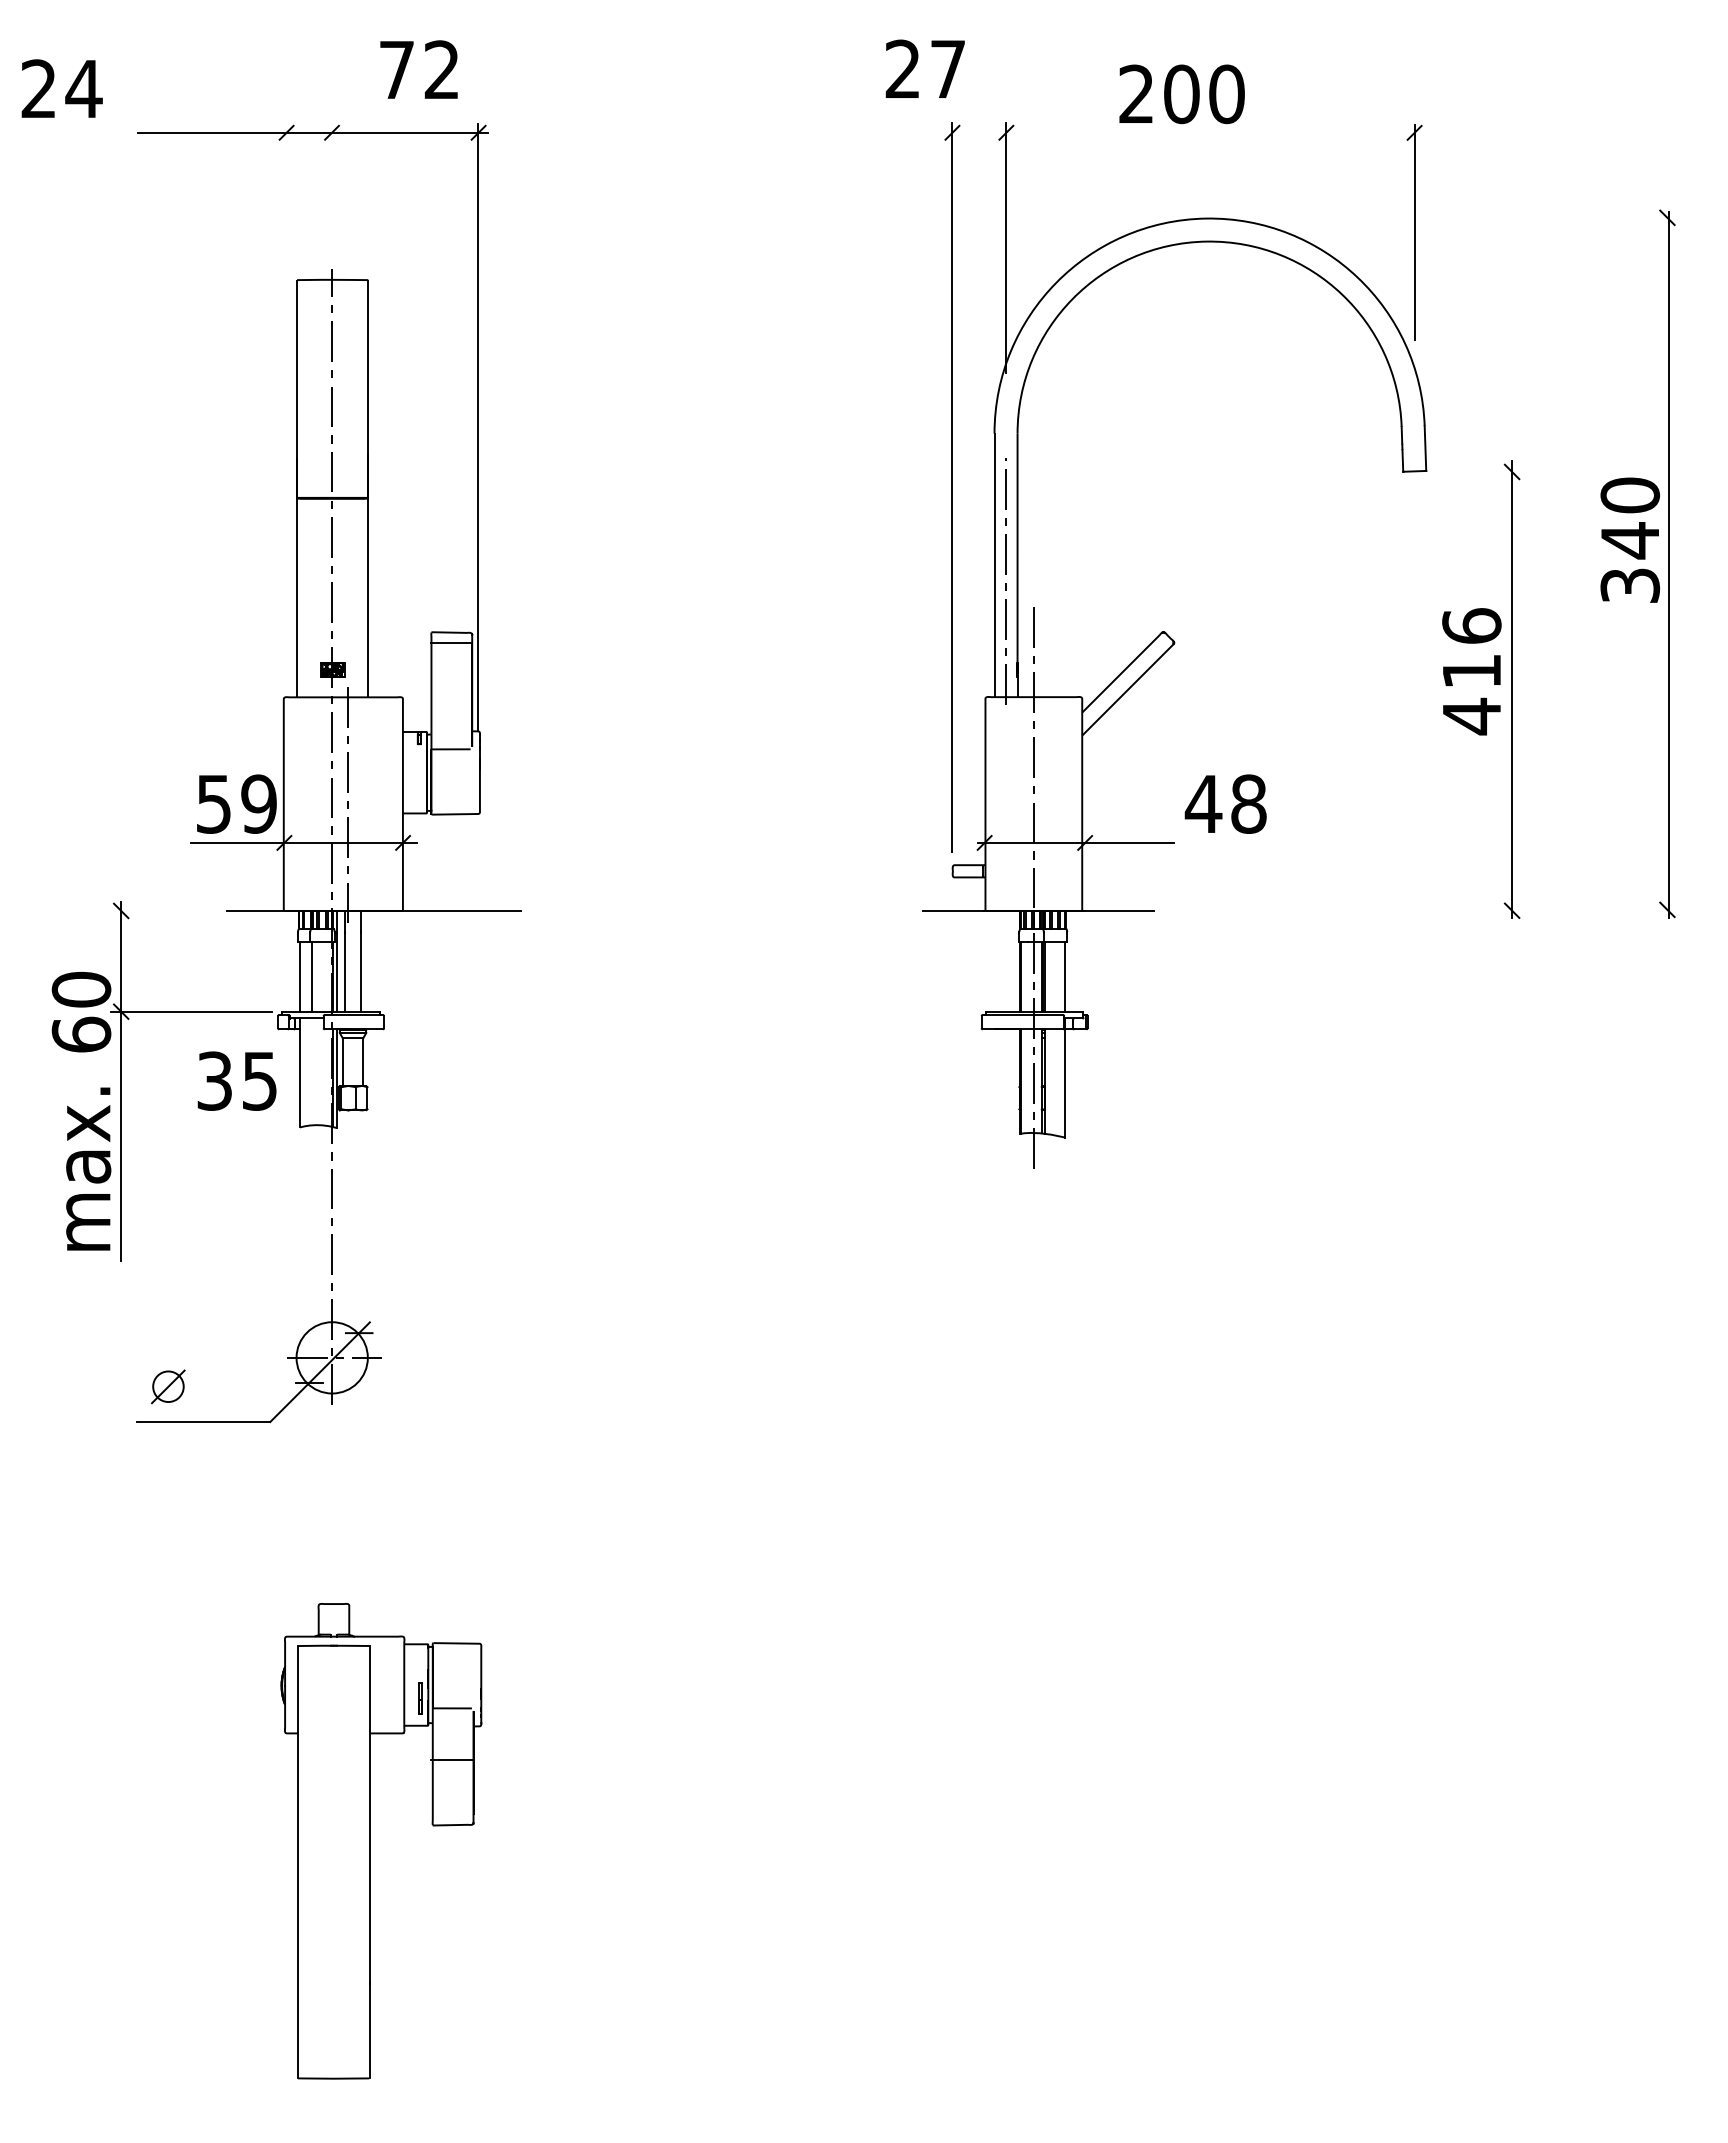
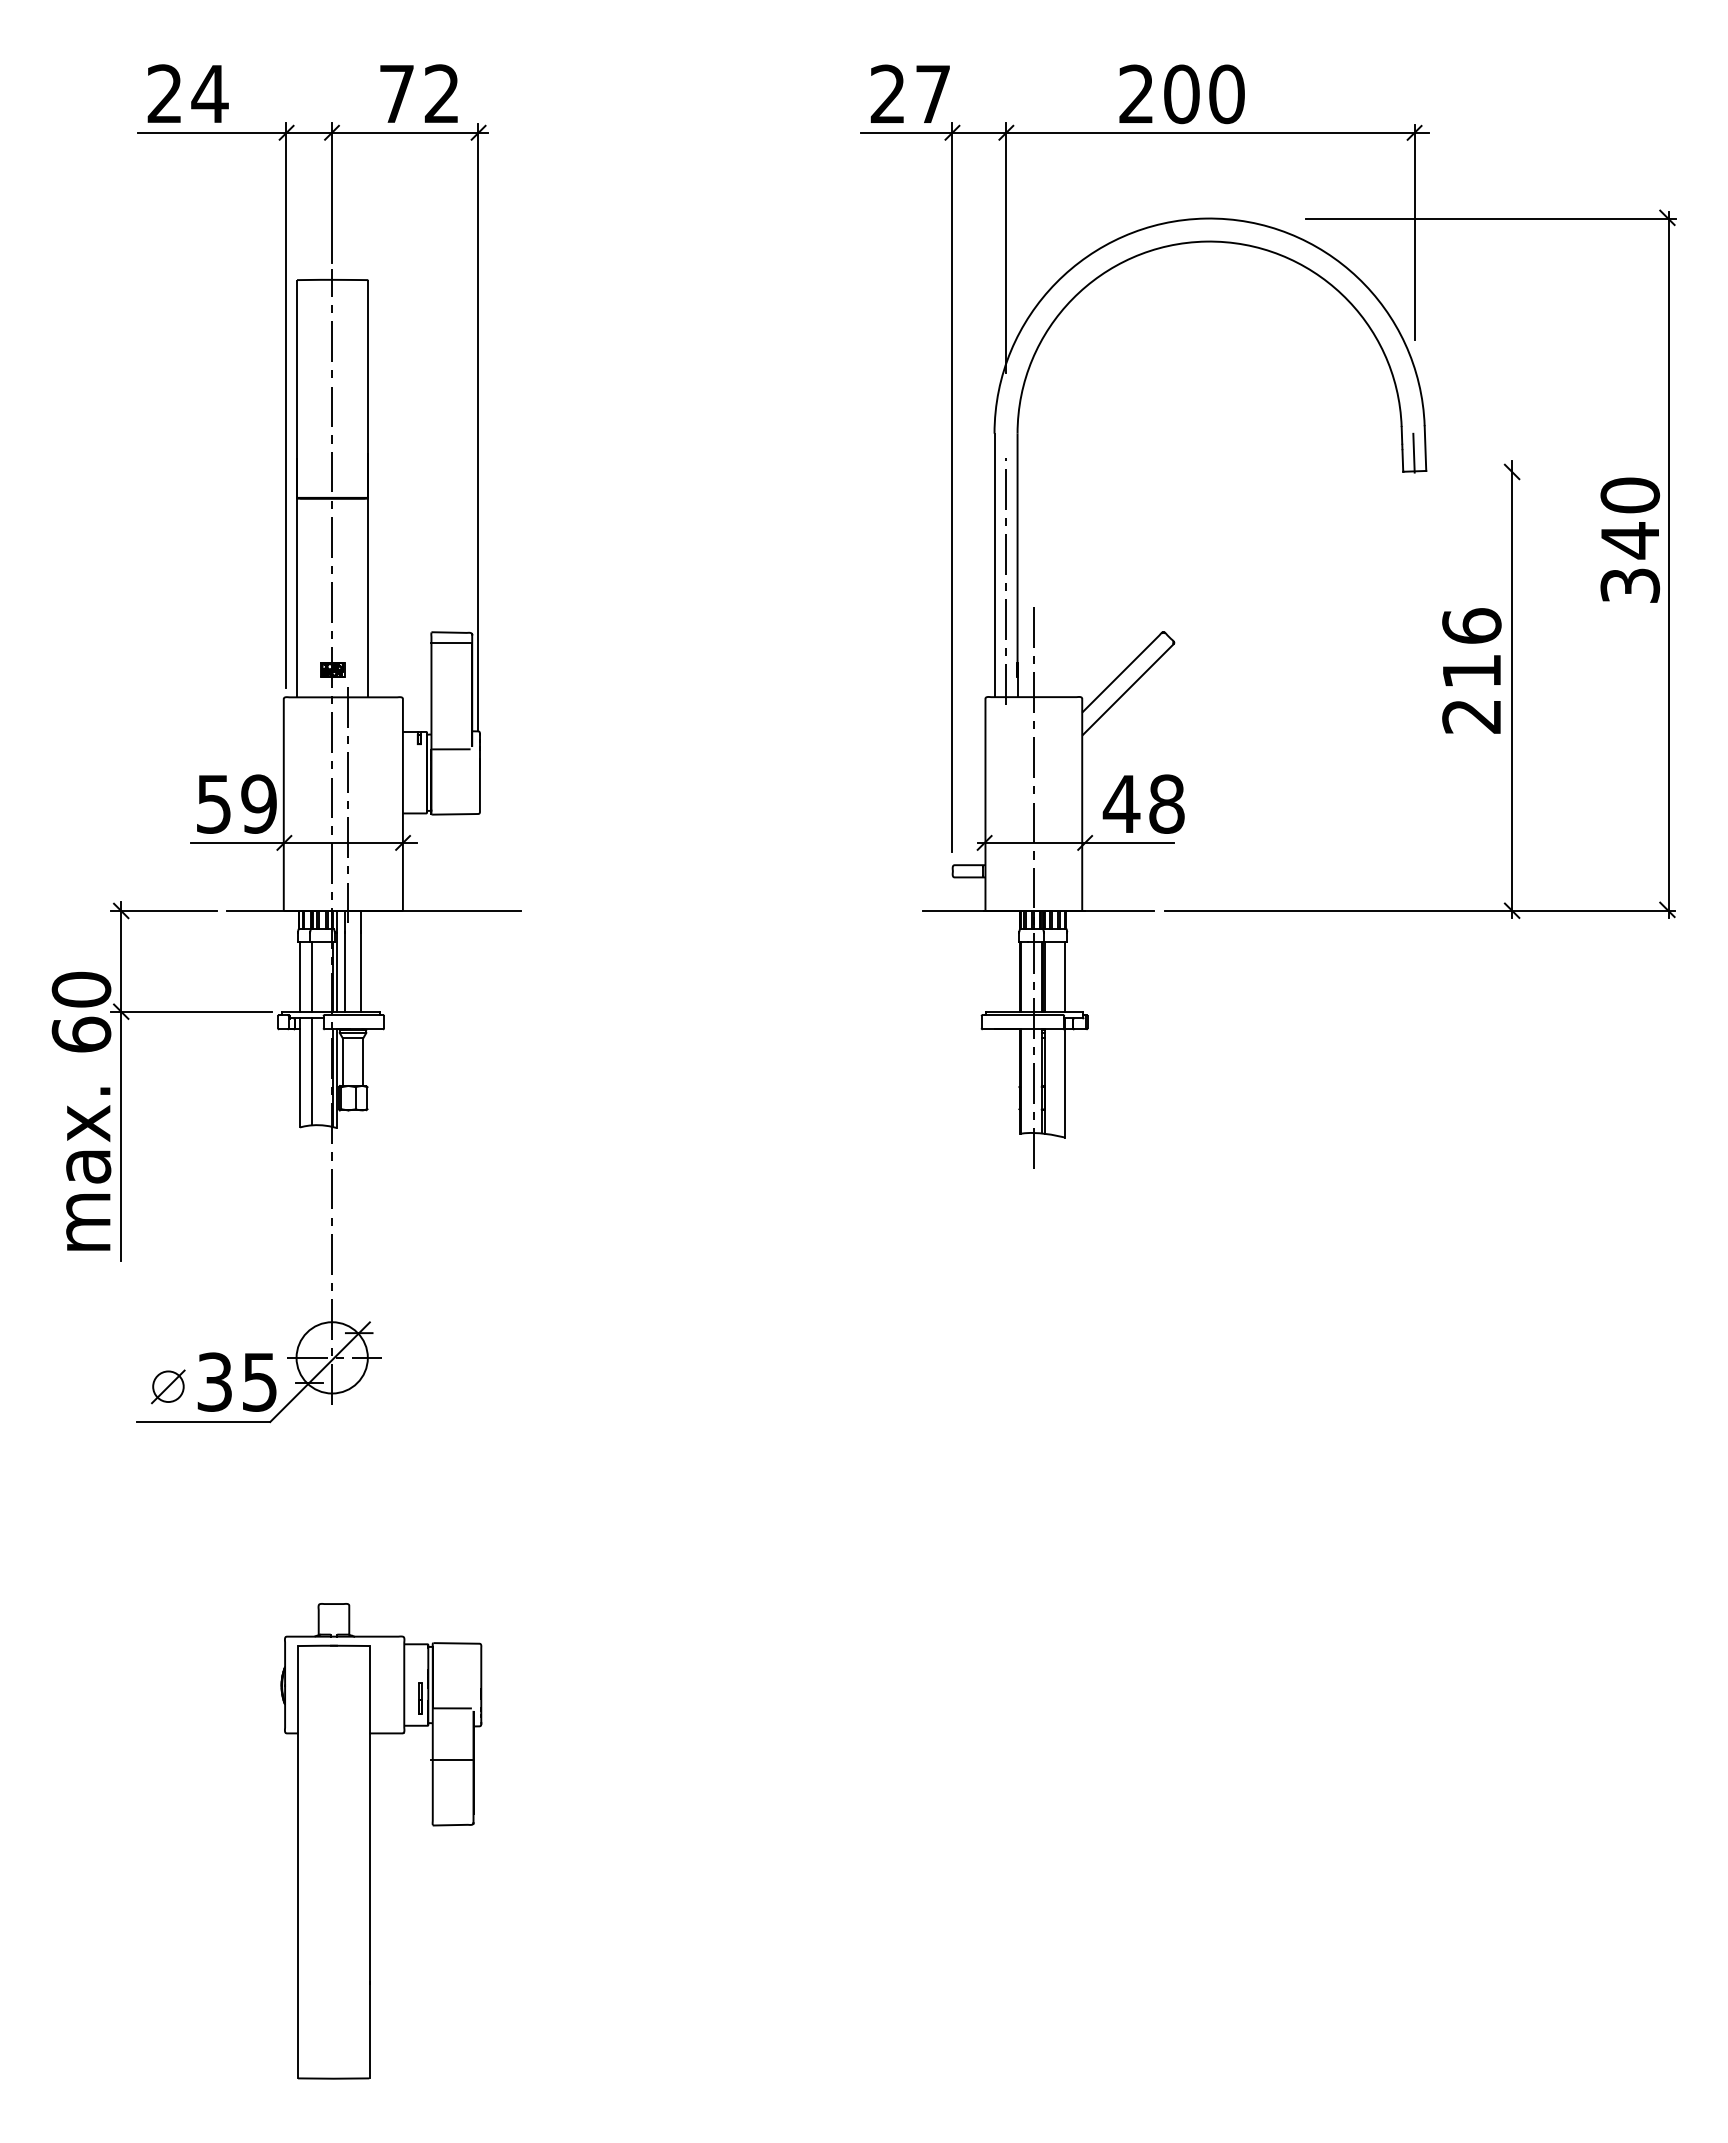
text at (924, 68) position: (924, 68) -> (909, 93)
text at (418, 69) position: (418, 69) -> (418, 93)
text at (61, 88) position: (61, 88) -> (187, 93)
line at (1144, 132): none -> present
line at (332, 192): none -> present
line at (1491, 218): none -> present
line at (286, 405): none -> present
line at (1413, 454): none -> present
text at (1471, 716): 416 -> 216
text at (1225, 803) position: (1225, 803) -> (1143, 803)
line at (164, 911): none -> present
line at (1419, 911): none -> present
line at (312, 1071): none -> present
text at (236, 1080) position: (236, 1080) -> (236, 1381)
